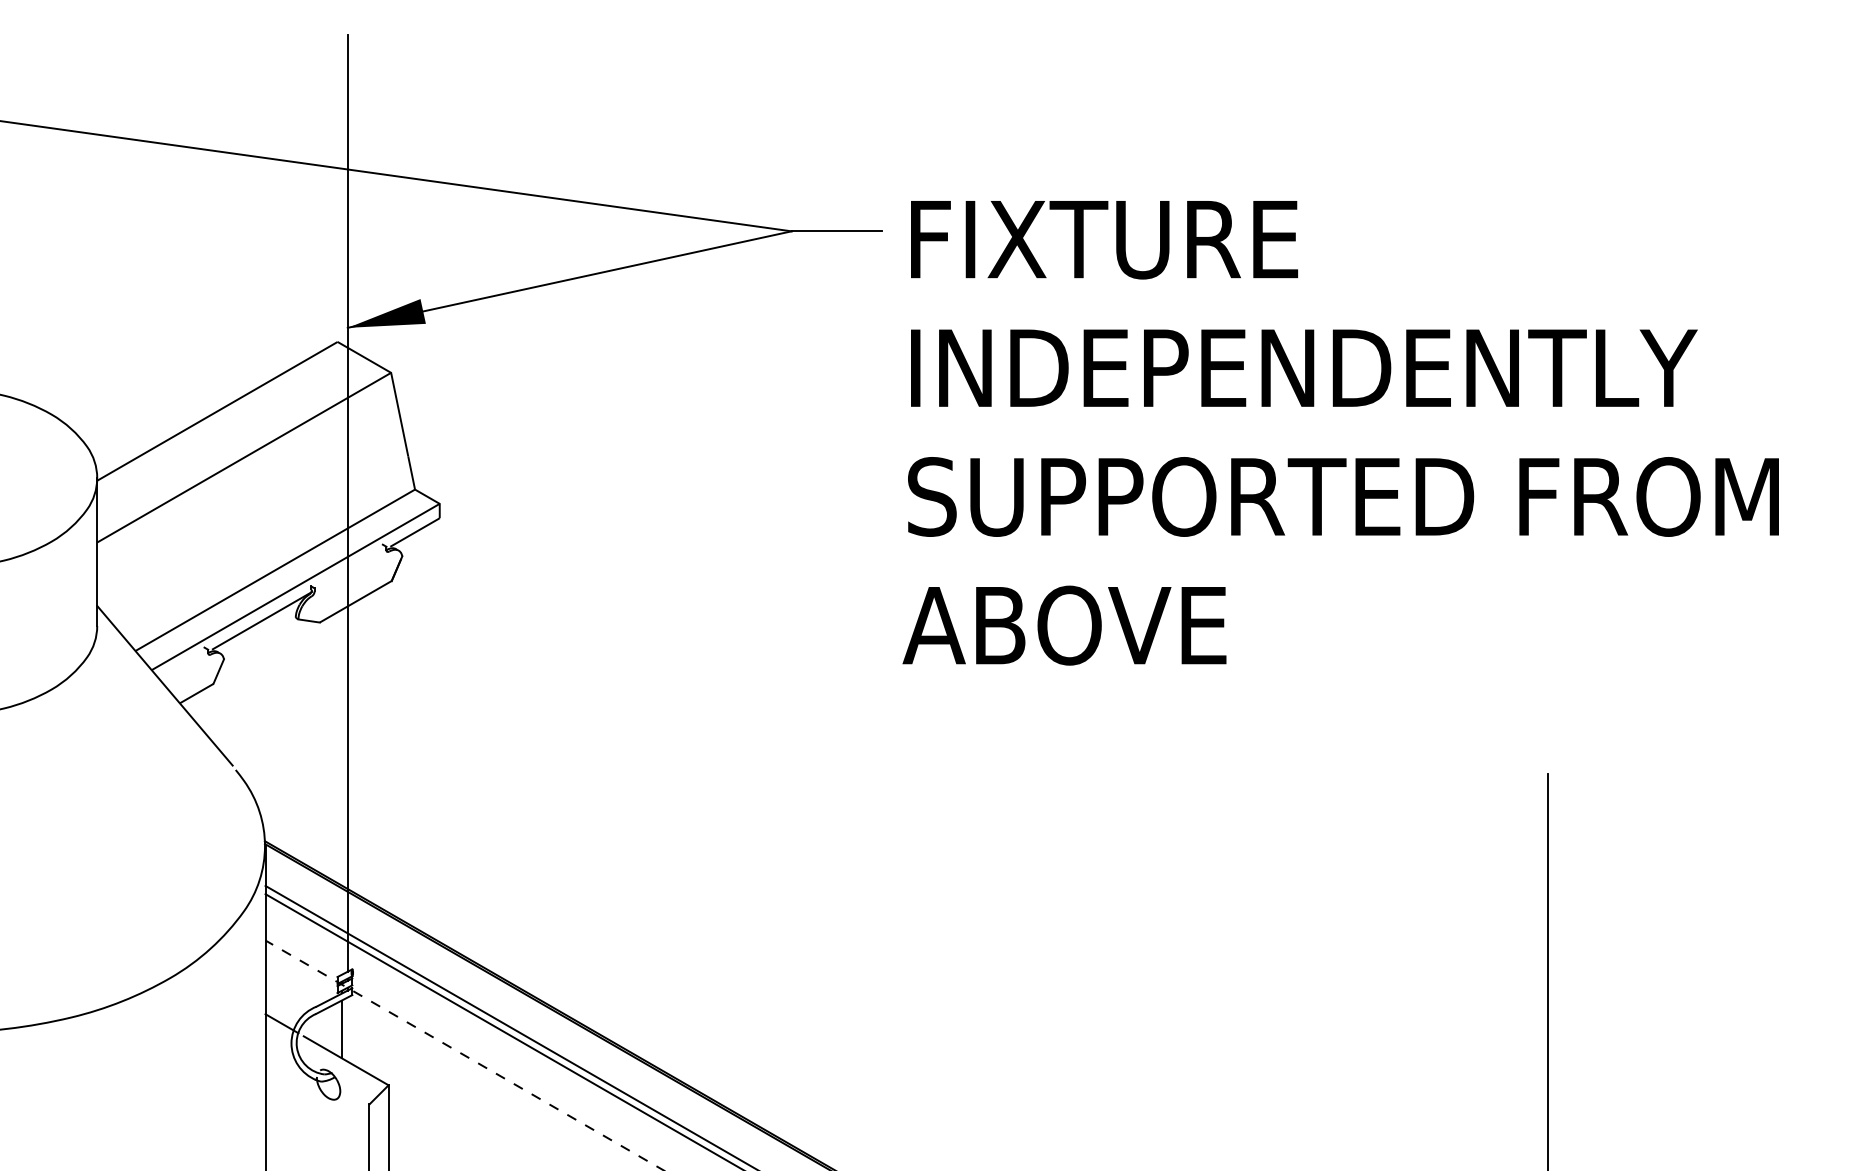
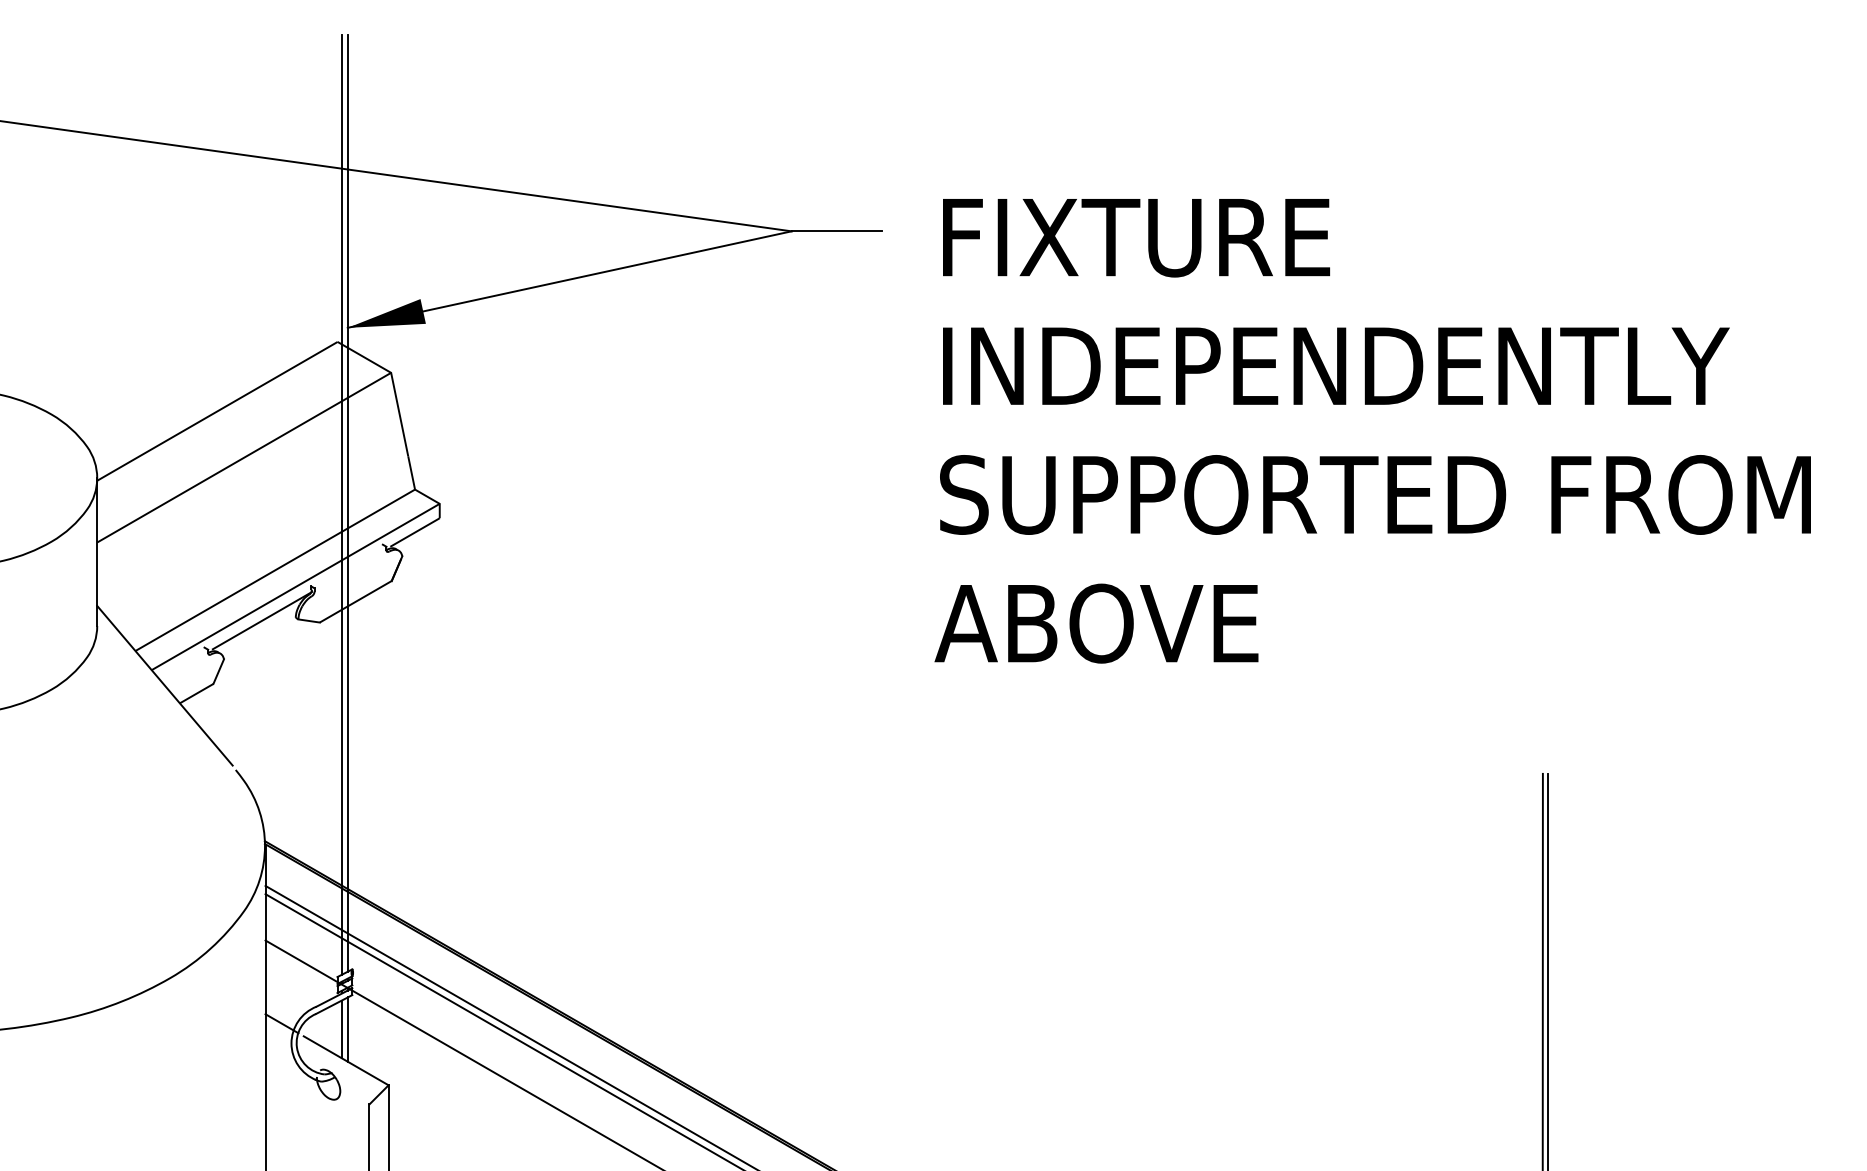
text at (1340, 433) position: (1340, 433) -> (1372, 431)
line at (342, 504): none -> present
line at (1542, 970): none -> present
line at (347, 1029): none -> present
line at (464, 1055): dashed -> solid
